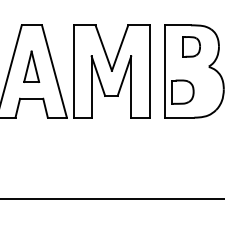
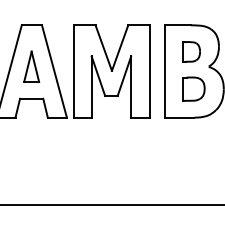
part at (191, 46) position: (191, 46) -> (191, 51)
part at (182, 91) position: (182, 91) -> (193, 88)
line at (111, 198) position: (111, 198) -> (111, 204)
